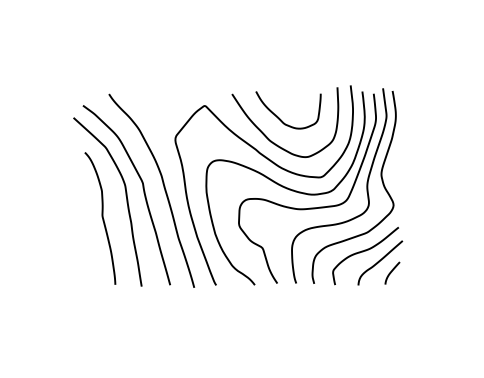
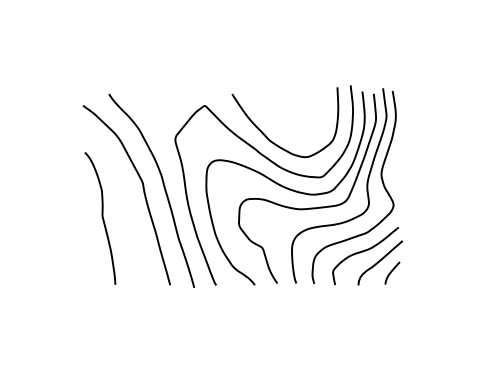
curve at (280, 118): present -> none
curve at (125, 196): present -> none
